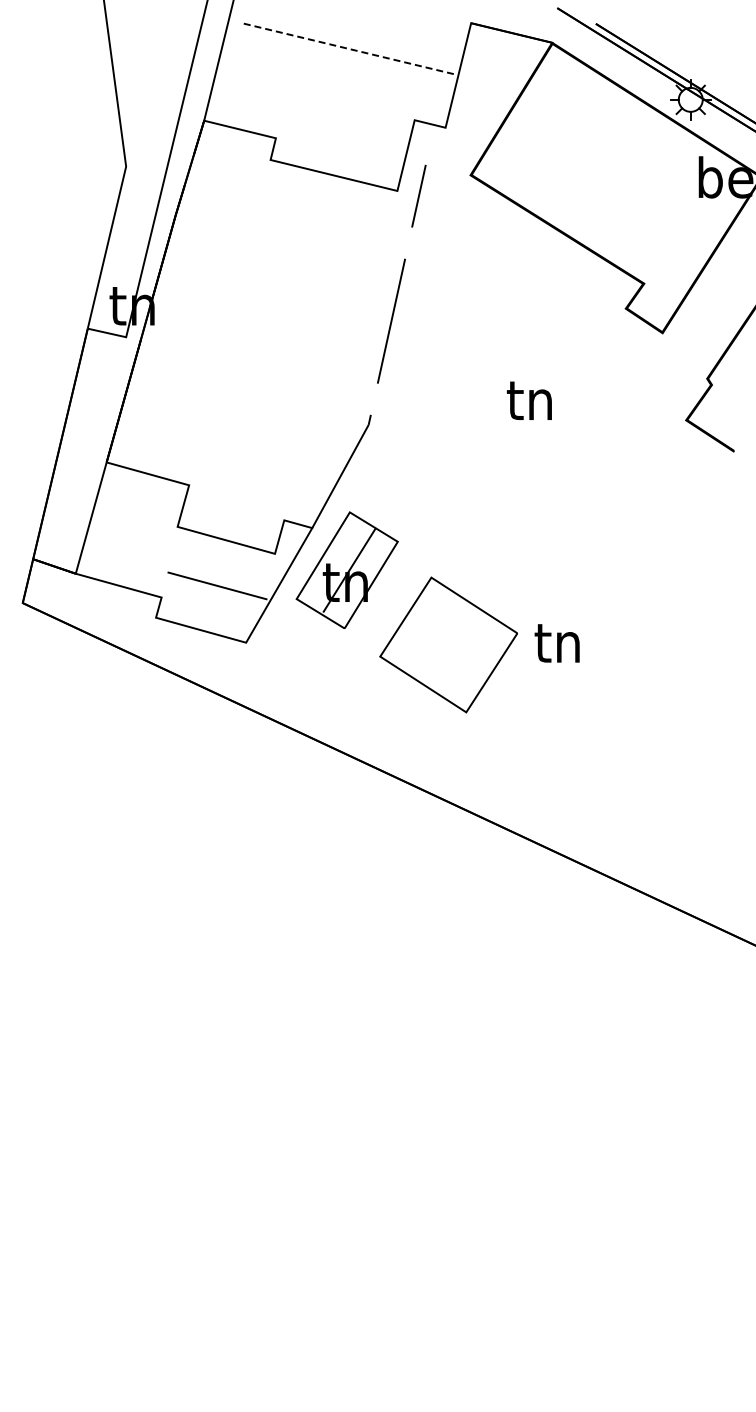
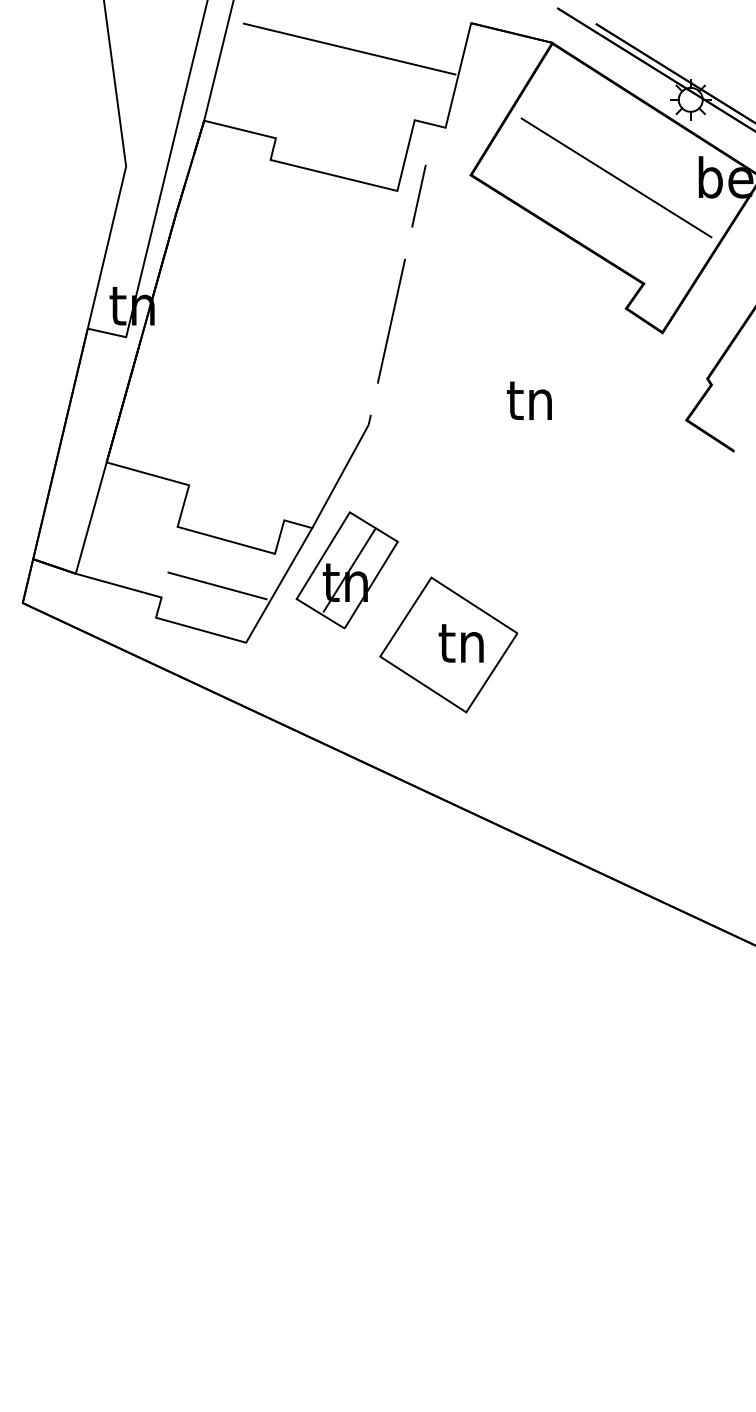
line at (349, 49): dashed -> solid
line at (616, 177): none -> present
text at (556, 643) position: (556, 643) -> (460, 643)
